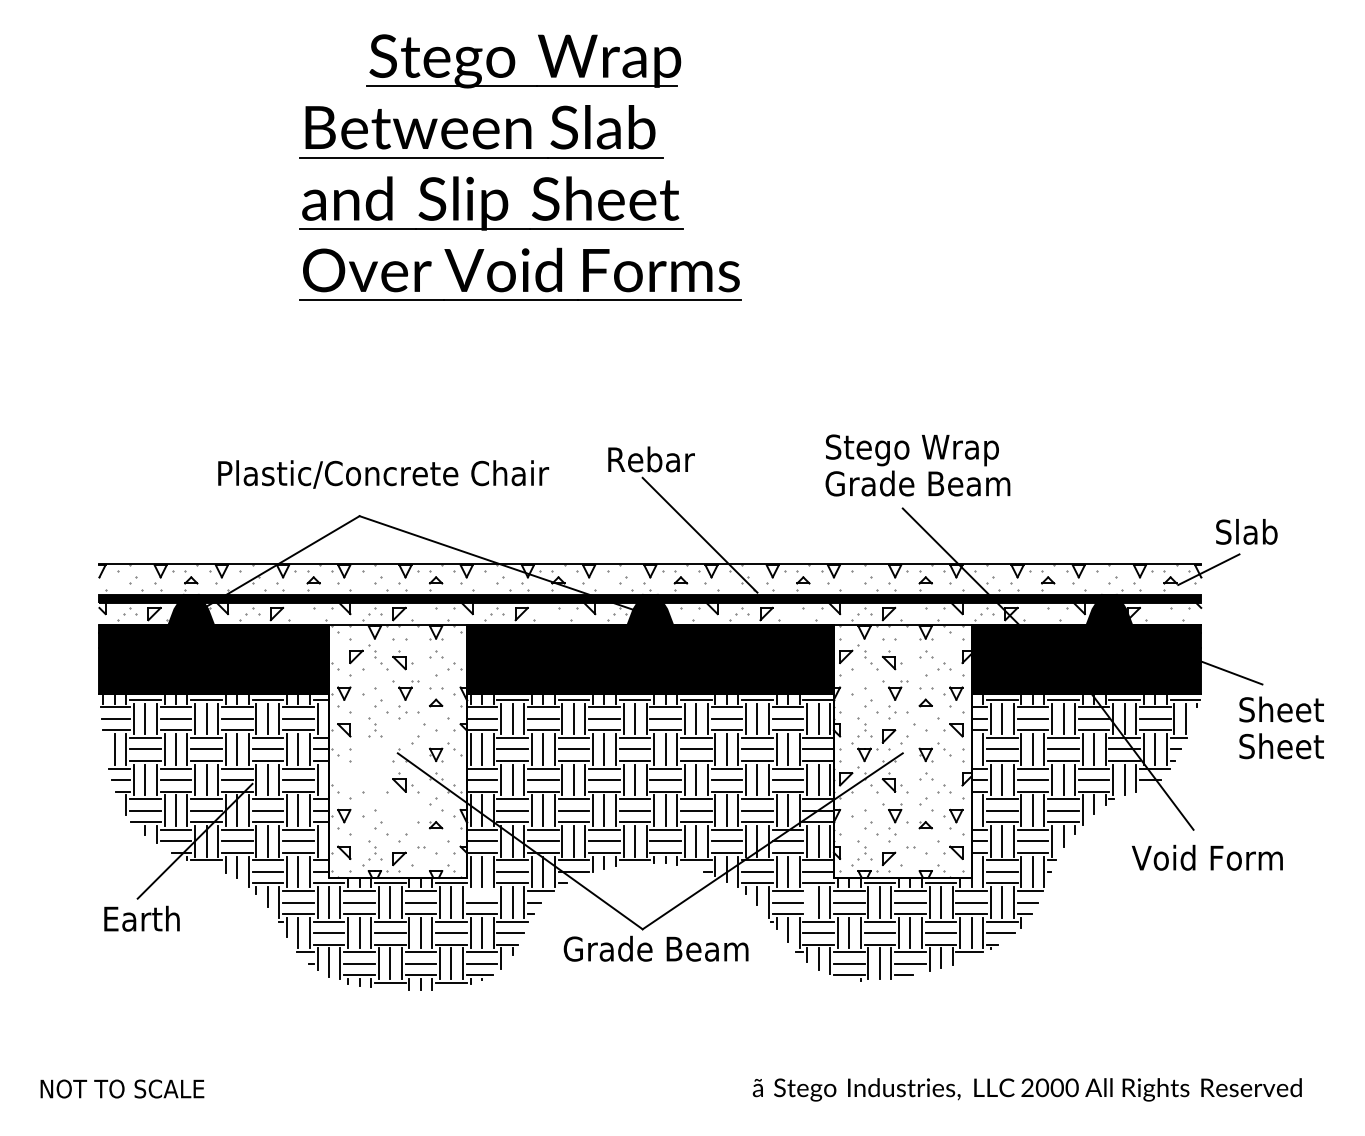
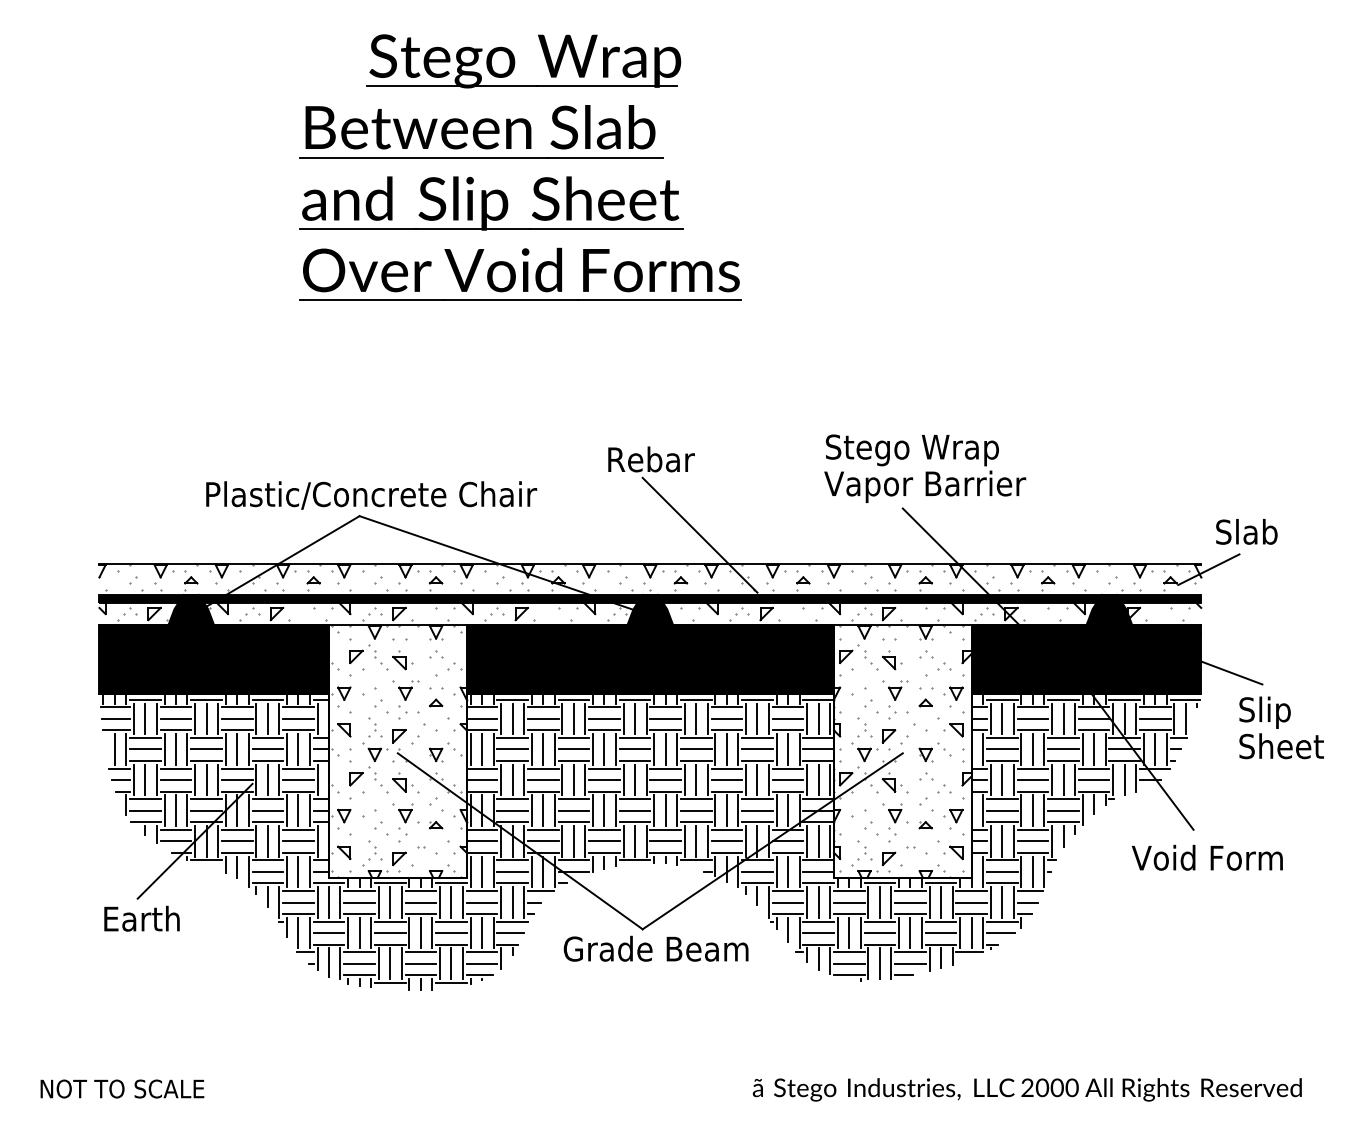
text at (383, 474) position: (383, 474) -> (371, 495)
text at (925, 486): Grade Beam -> Vapor Barrier
text at (1291, 712): Sheet -> Slip
part at (377, 757): none -> present
part at (402, 816): none -> present
line at (481, 891): none -> present
line at (807, 902): none -> present
